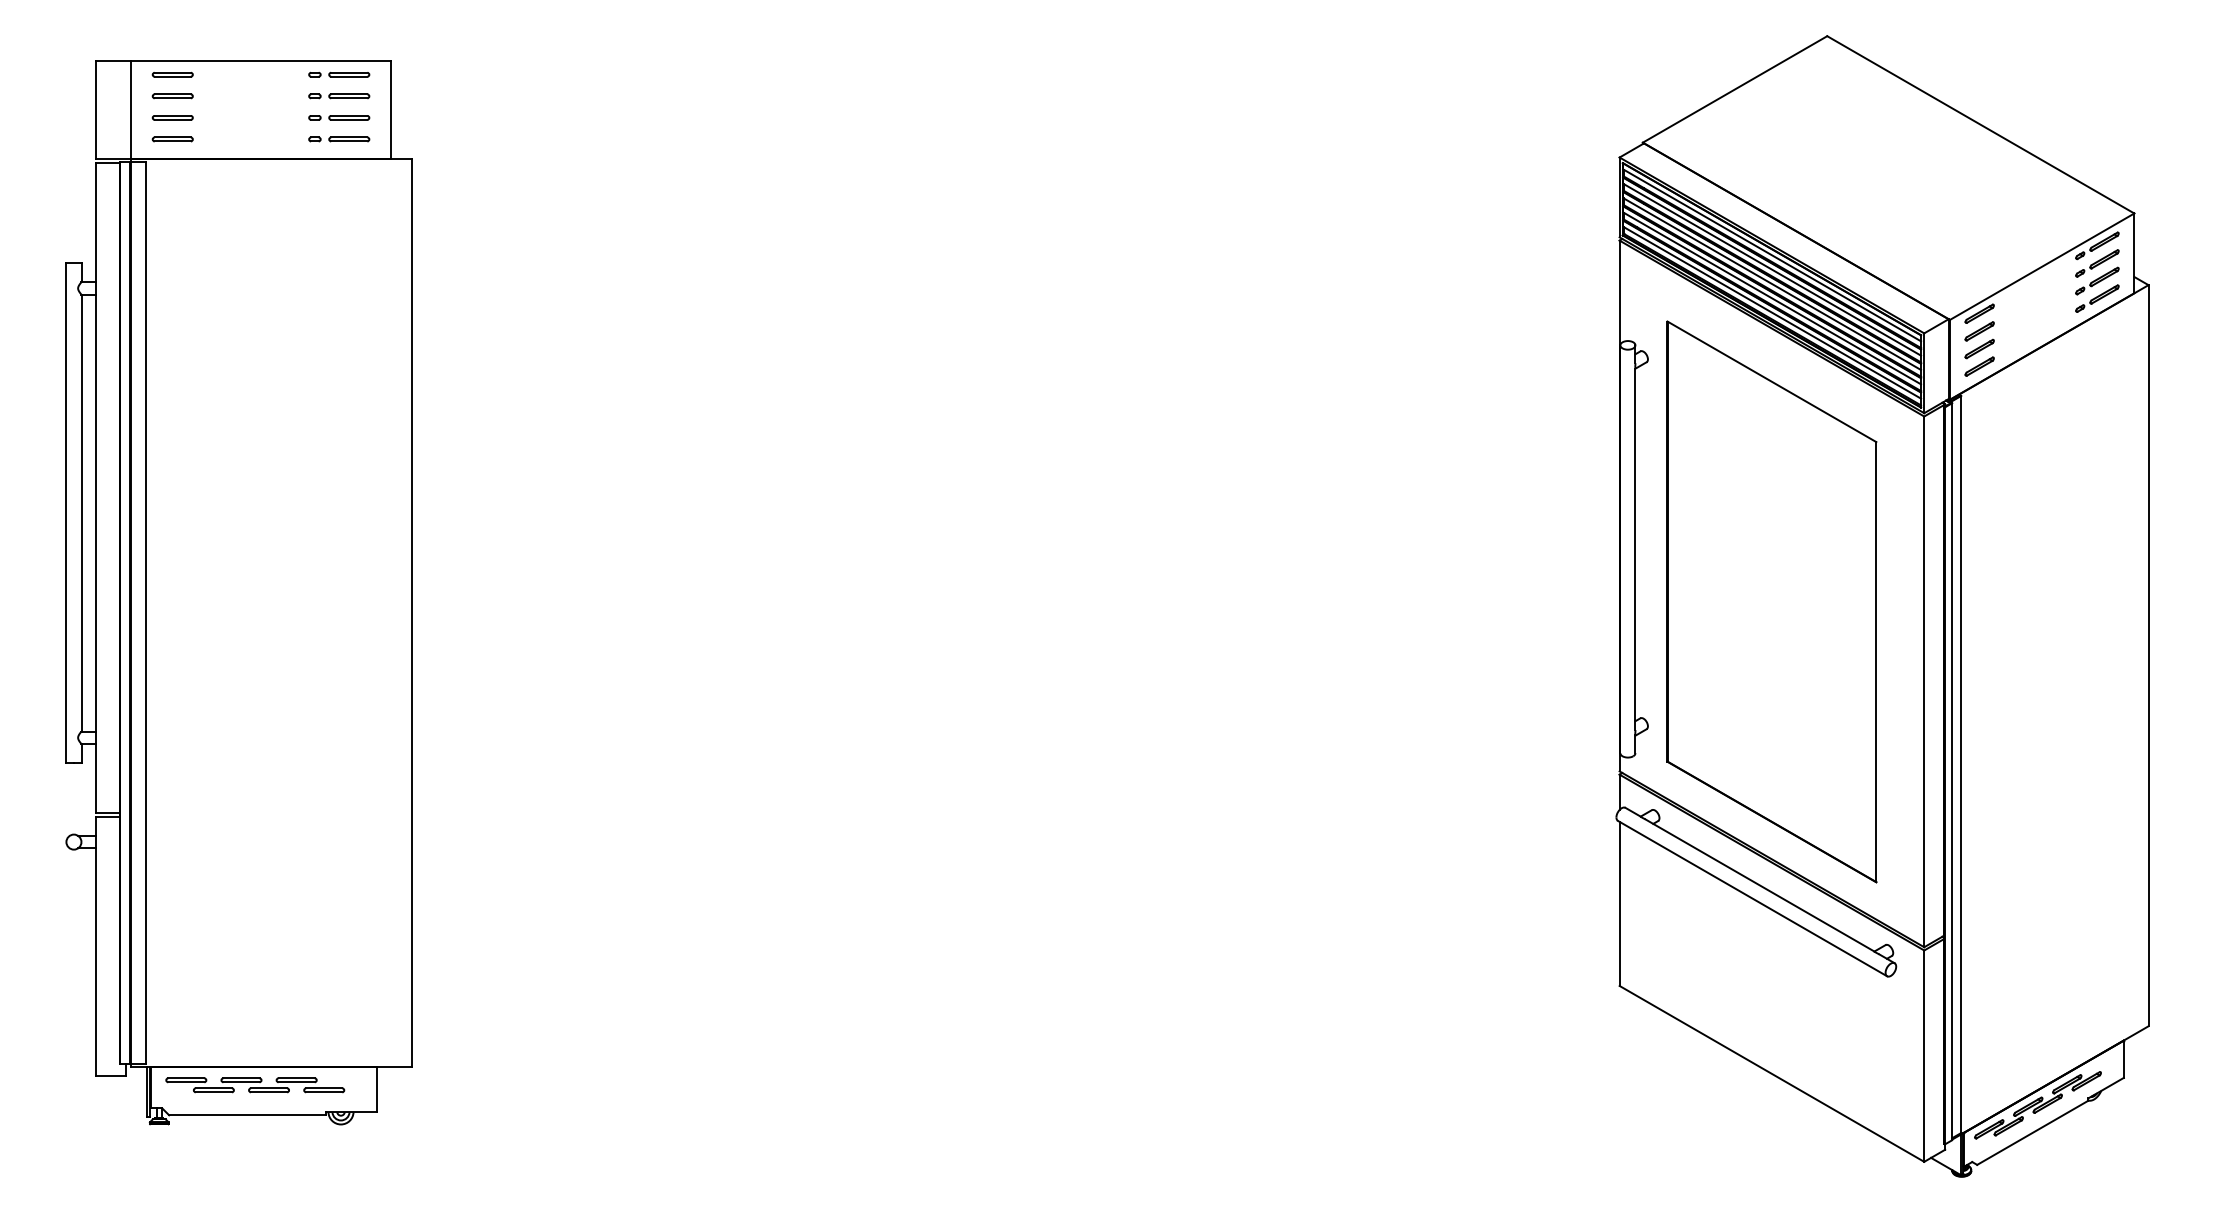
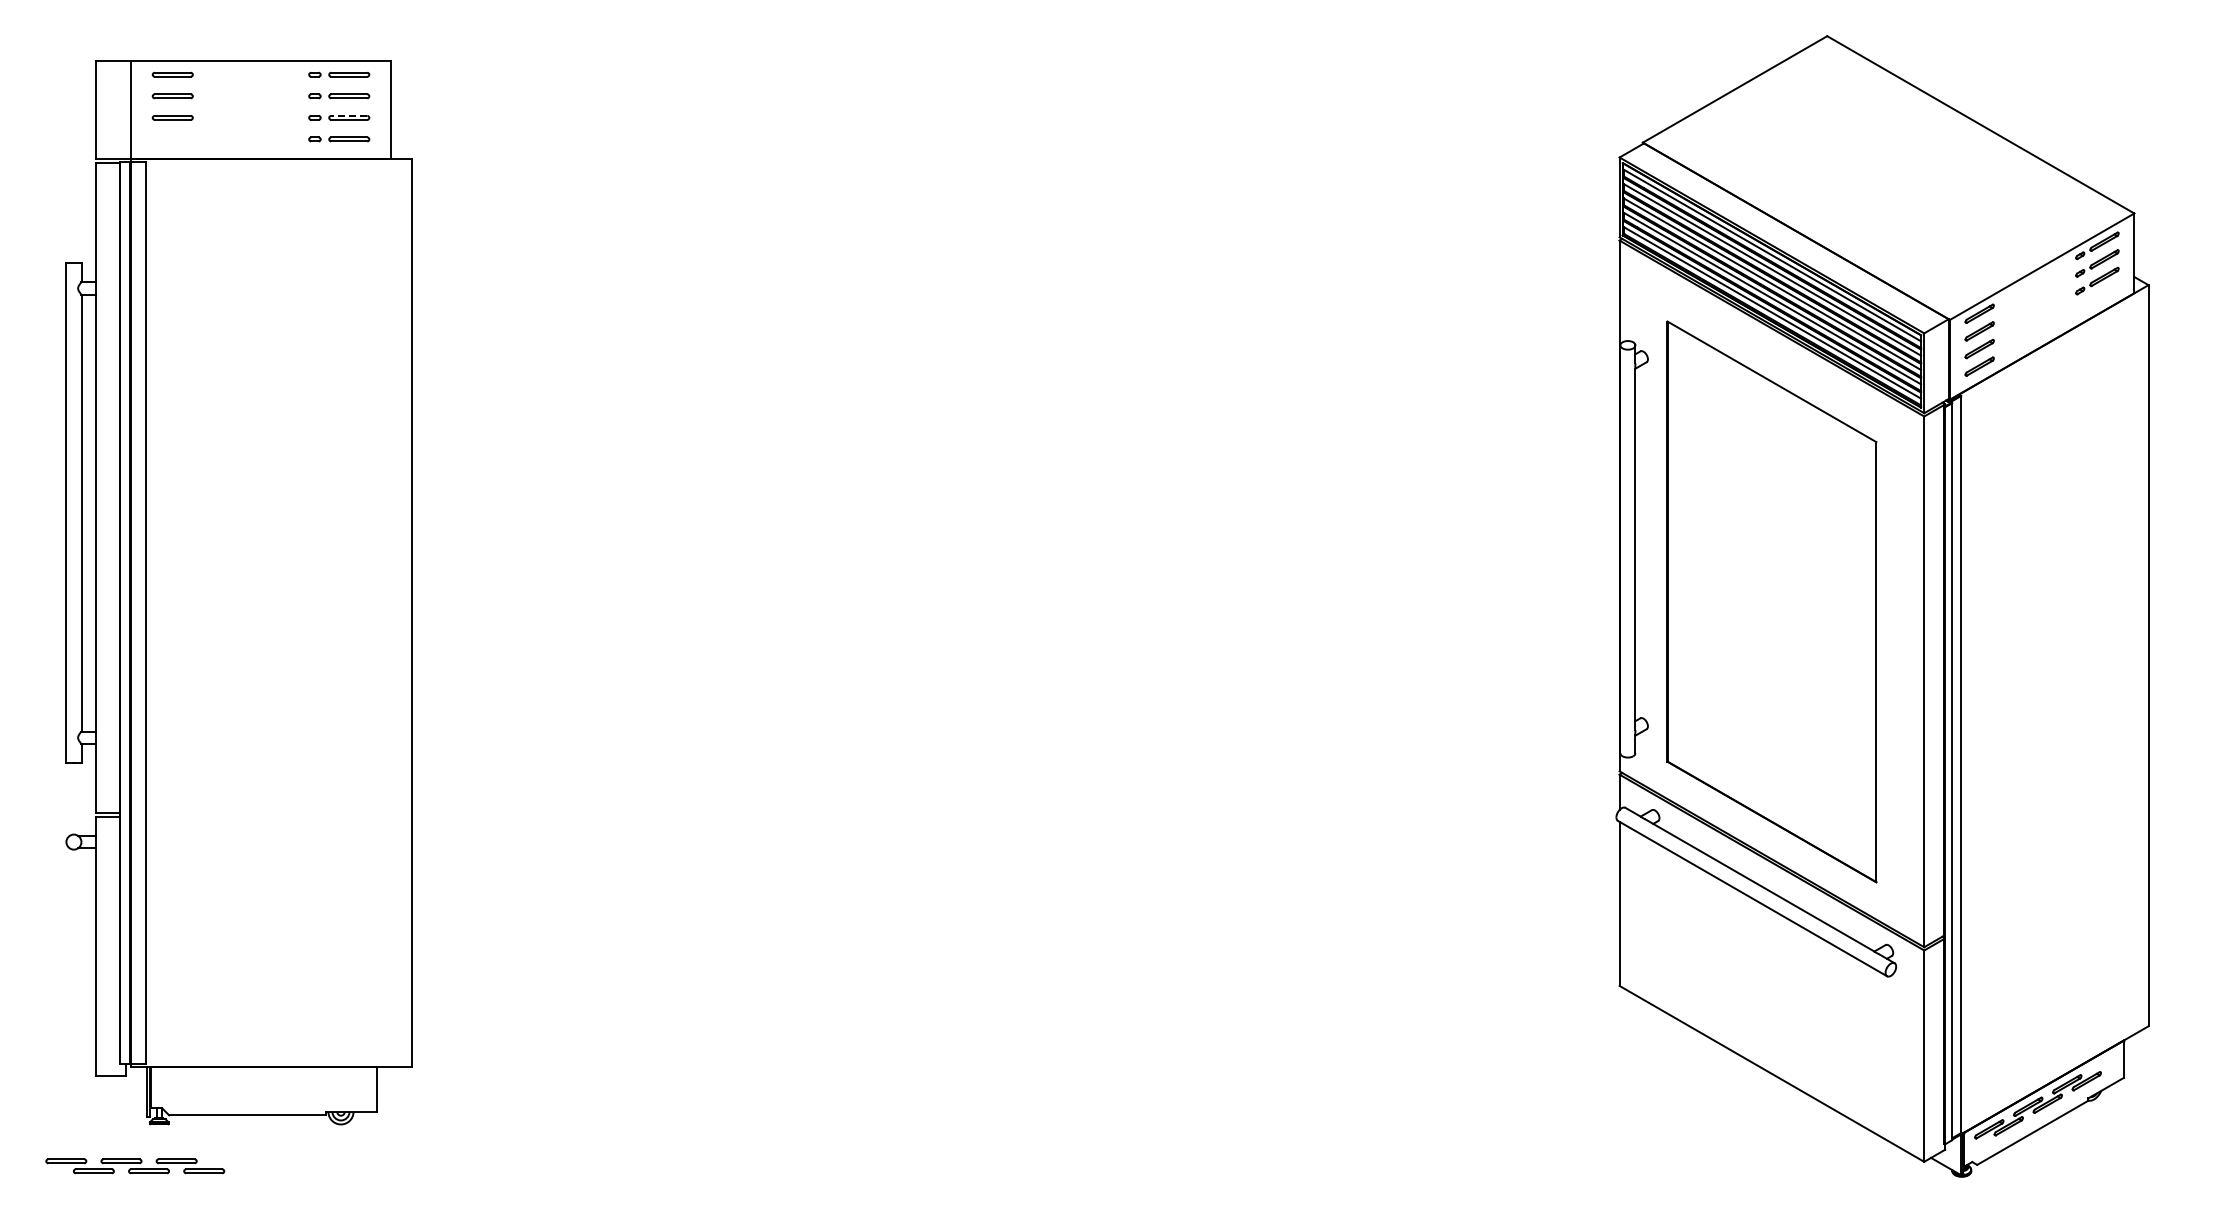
line at (348, 115): solid -> dashed
part at (172, 139): present -> none
part at (2097, 298): present -> none
part at (255, 1085) position: (255, 1085) -> (135, 1166)
